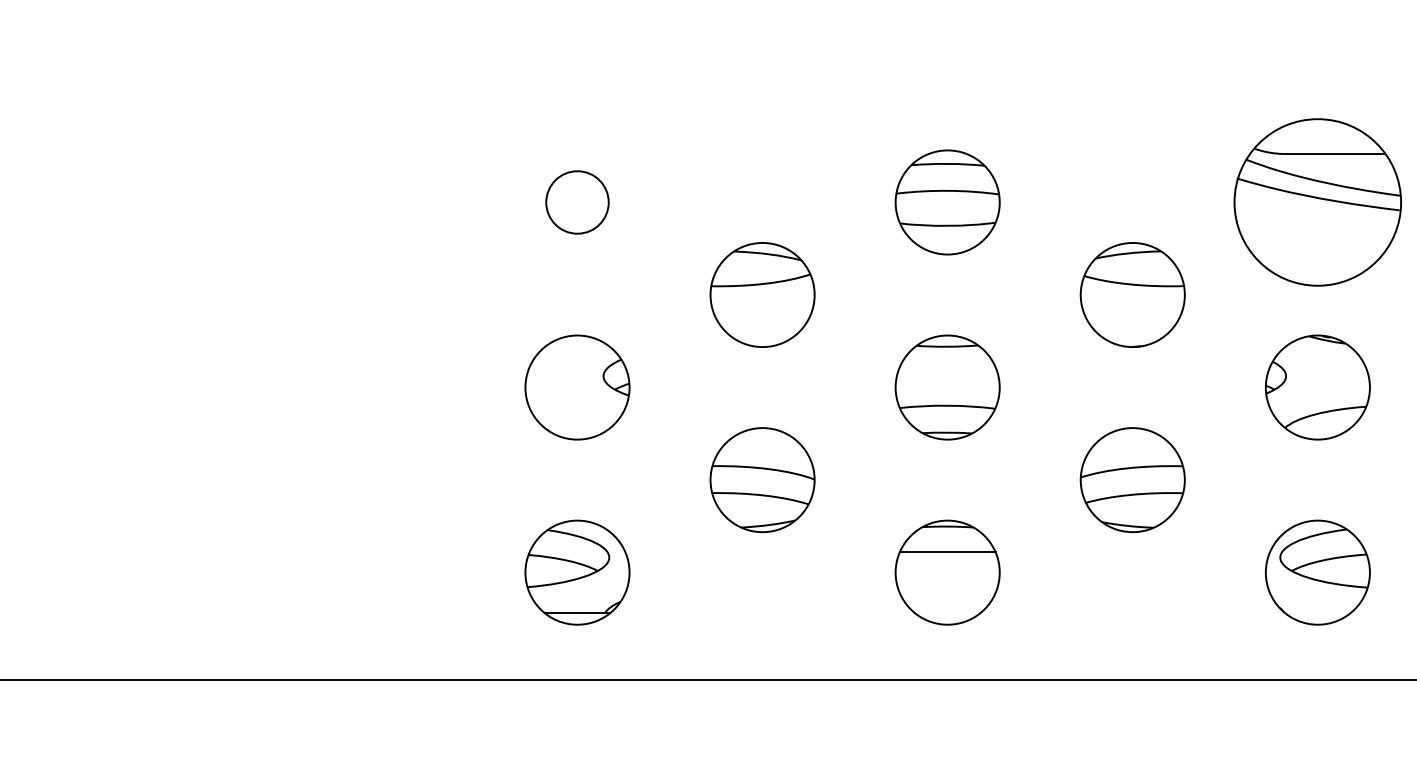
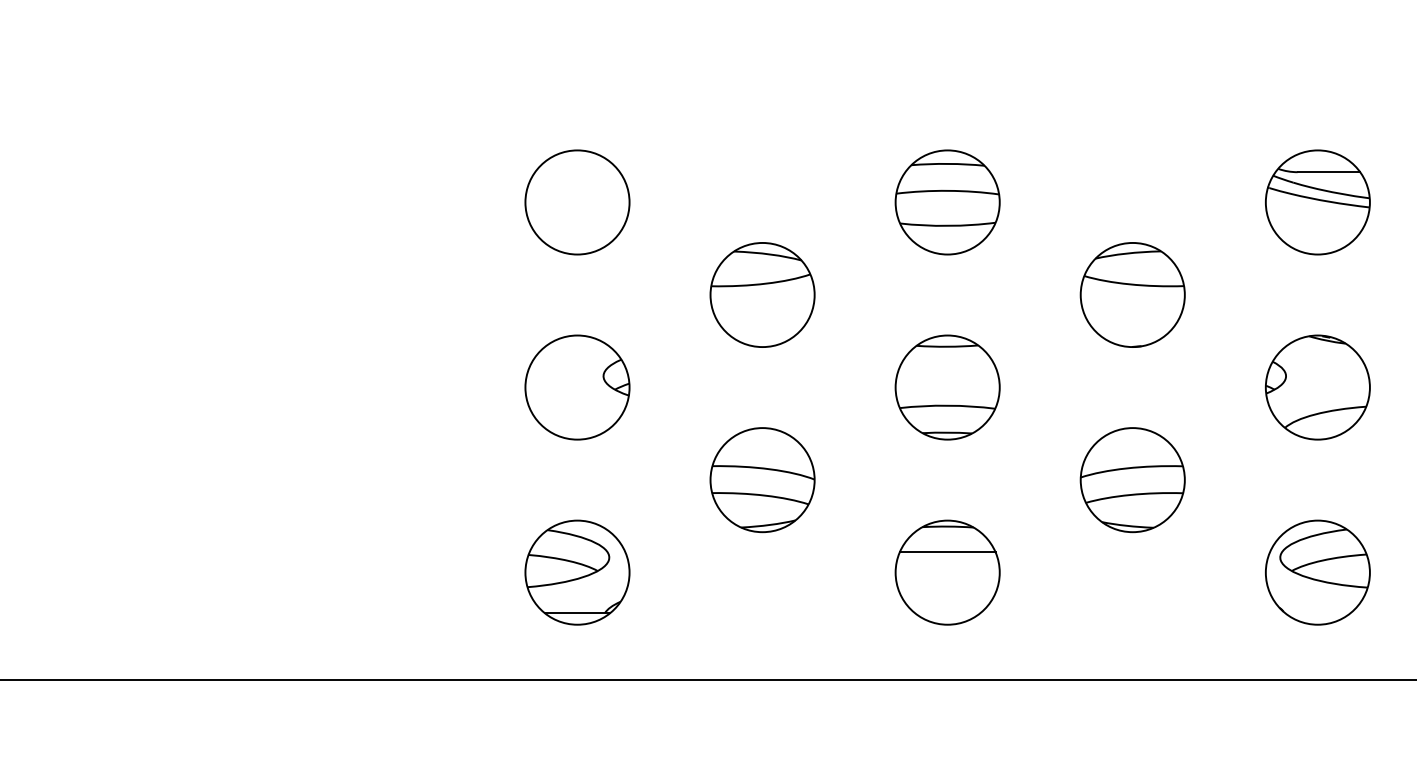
circle at (577, 202) diameter: 62 px -> 104 px
part at (1317, 202) size: 169x169 px -> 106x107 px
